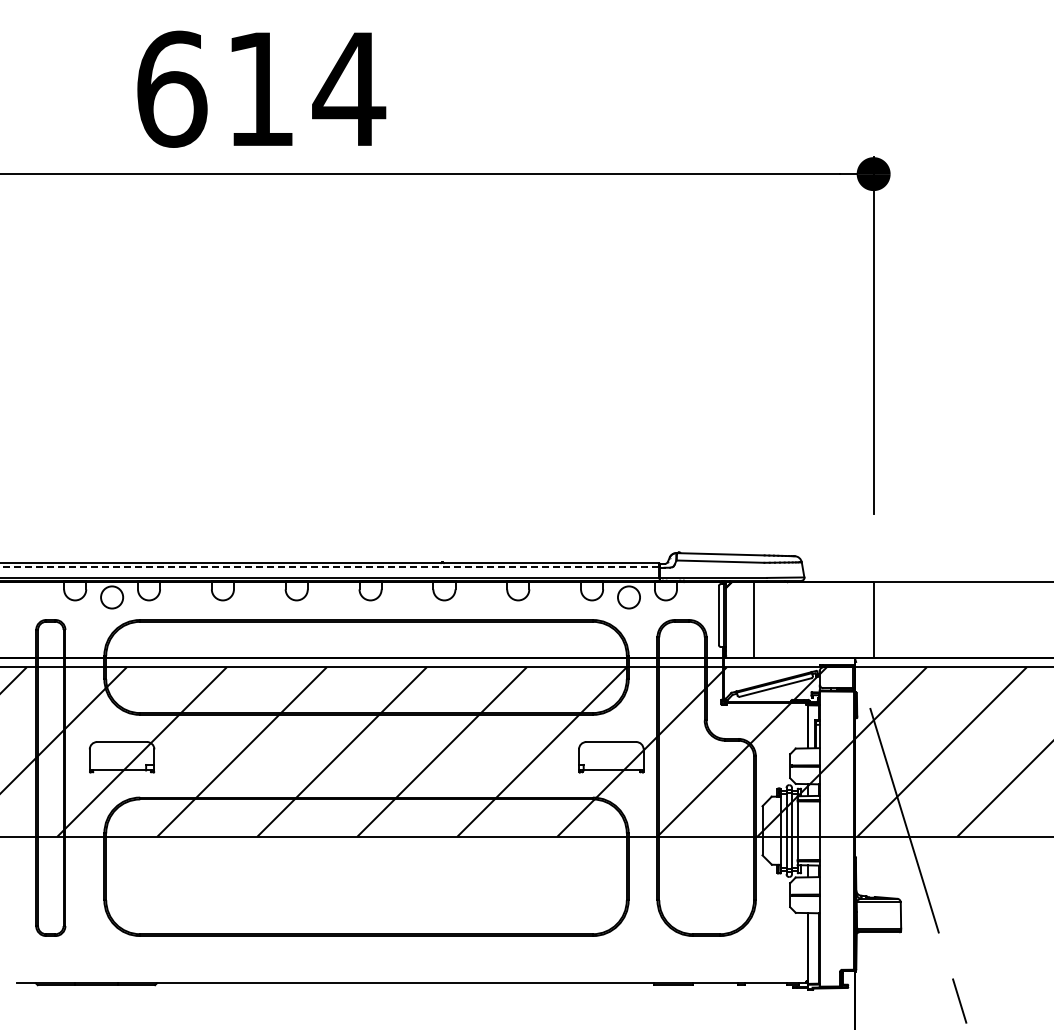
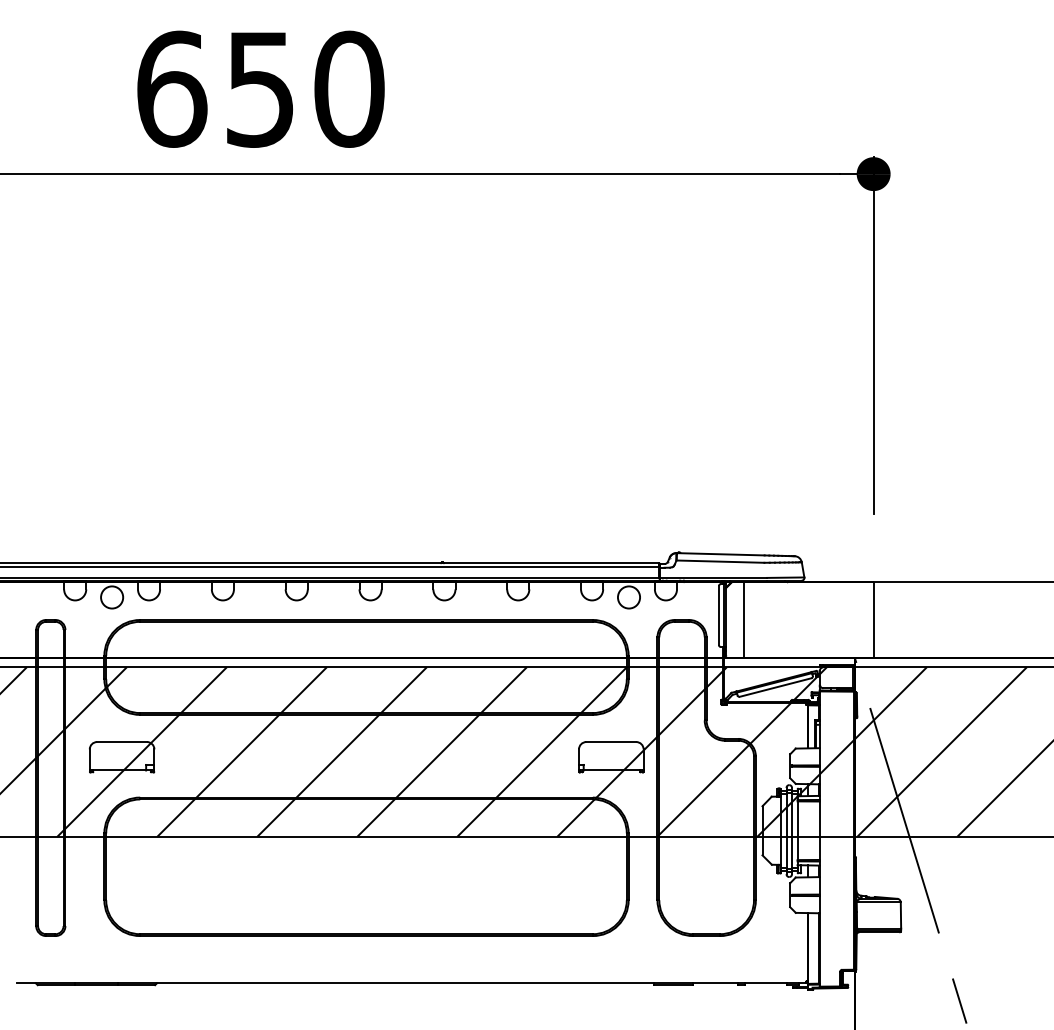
text at (306, 88): 614 -> 650
line at (329, 567): dashed -> solid
line at (753, 619) position: (753, 619) -> (743, 619)
